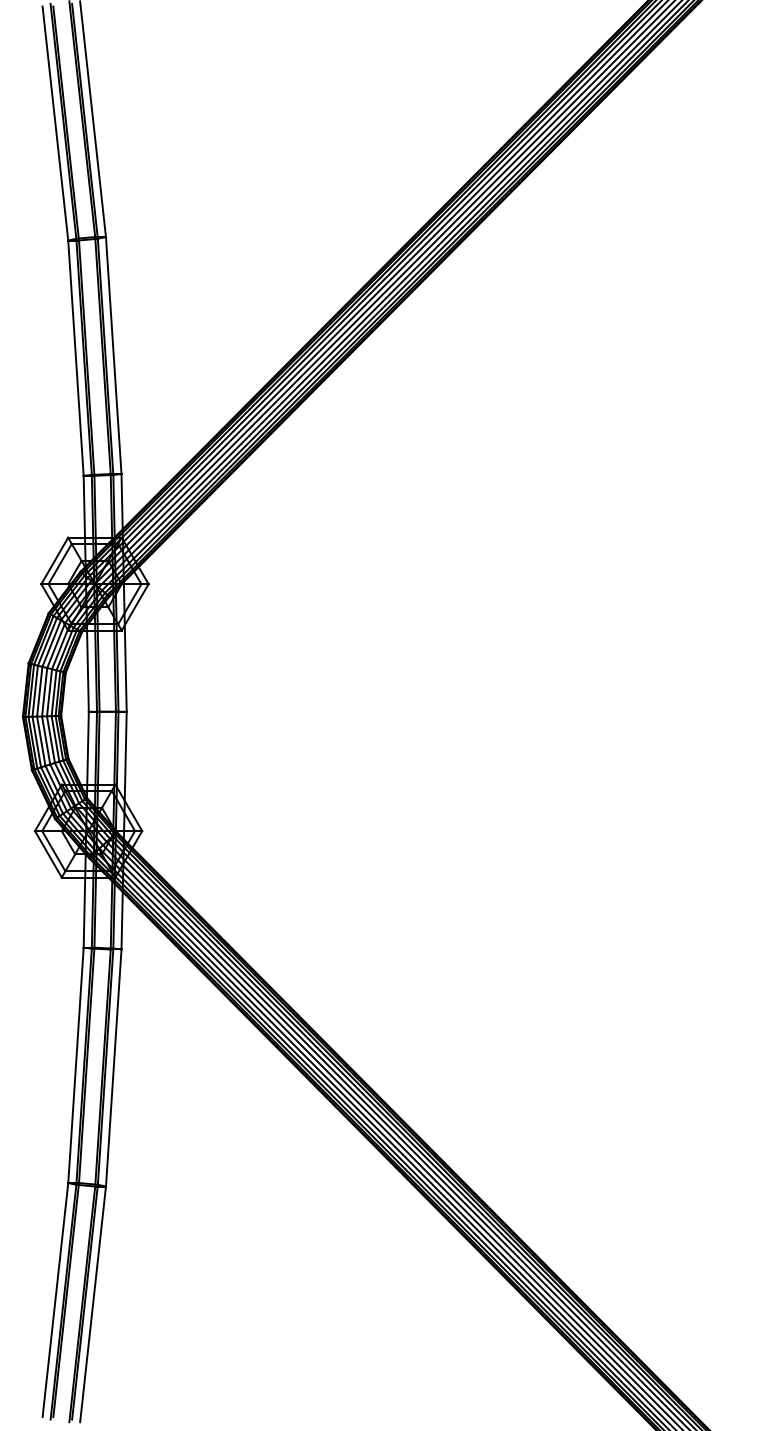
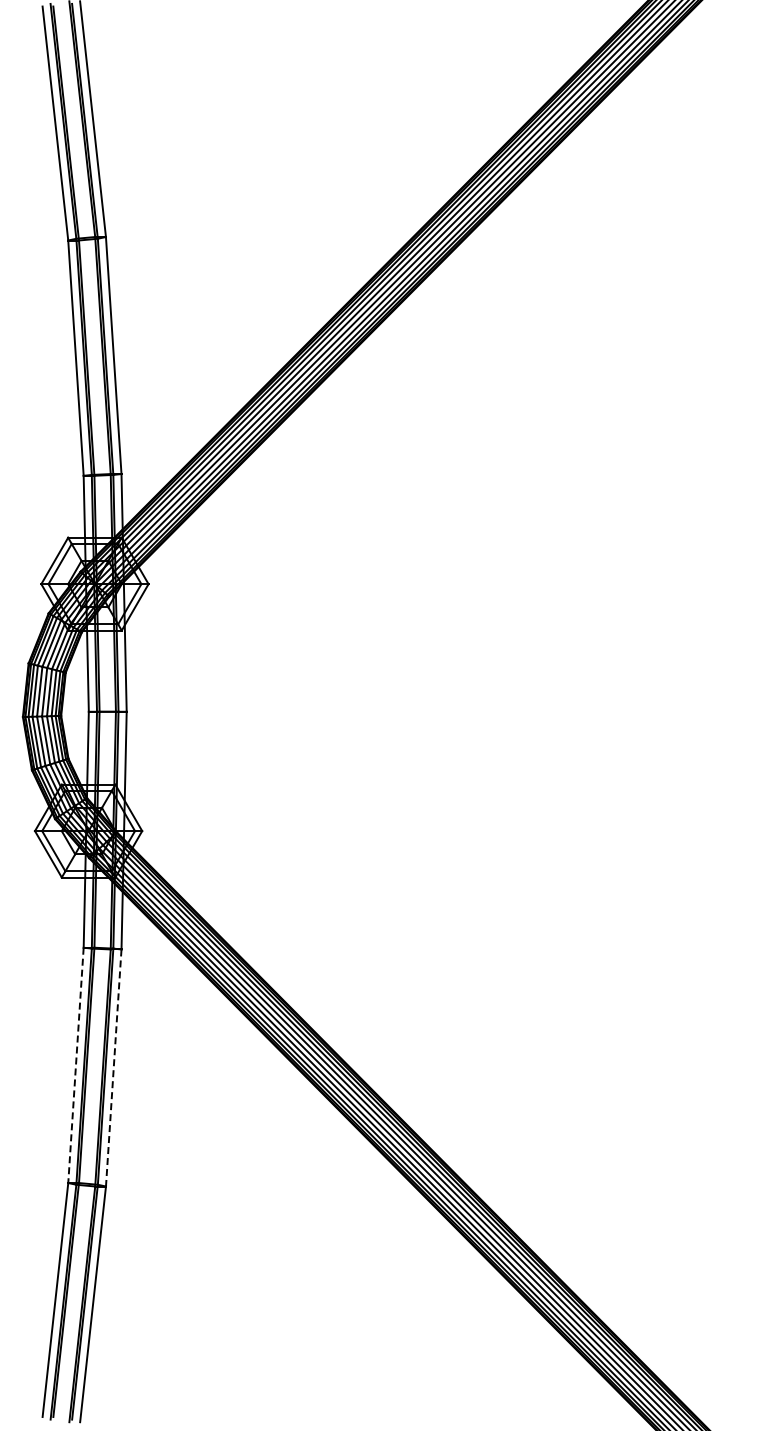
line at (75, 1065): solid -> dashed
line at (113, 1067): solid -> dashed
